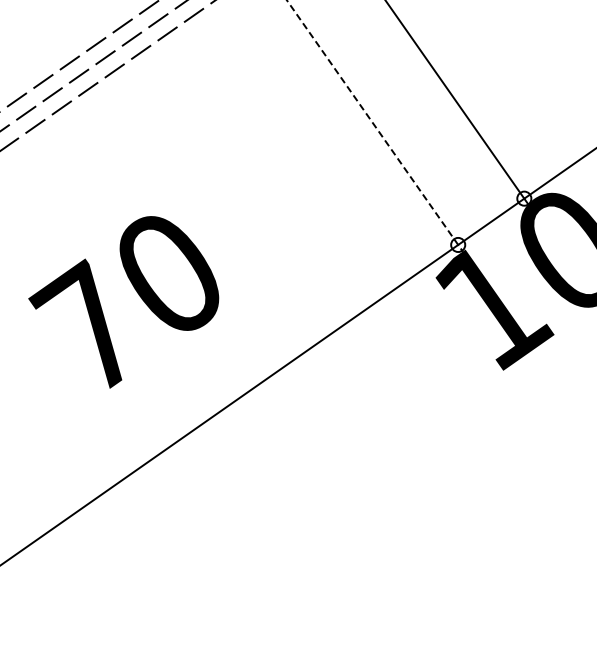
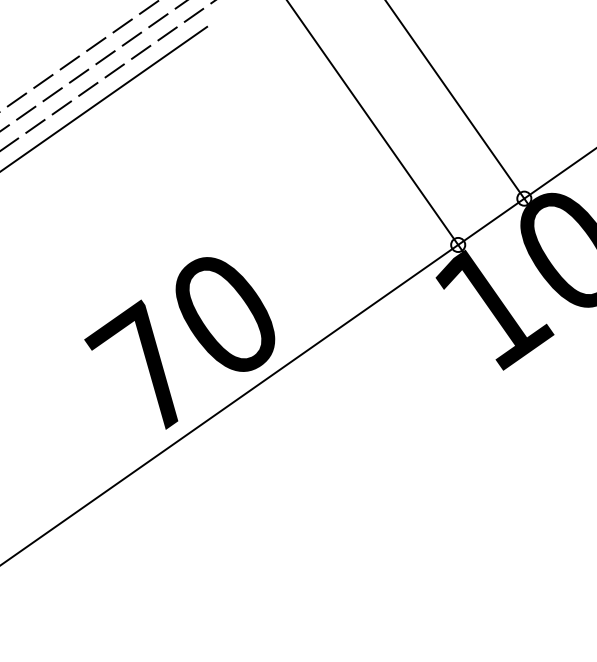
line at (104, 98): none -> present
line at (375, 126): dashed -> solid
text at (123, 302) position: (123, 302) -> (179, 343)
